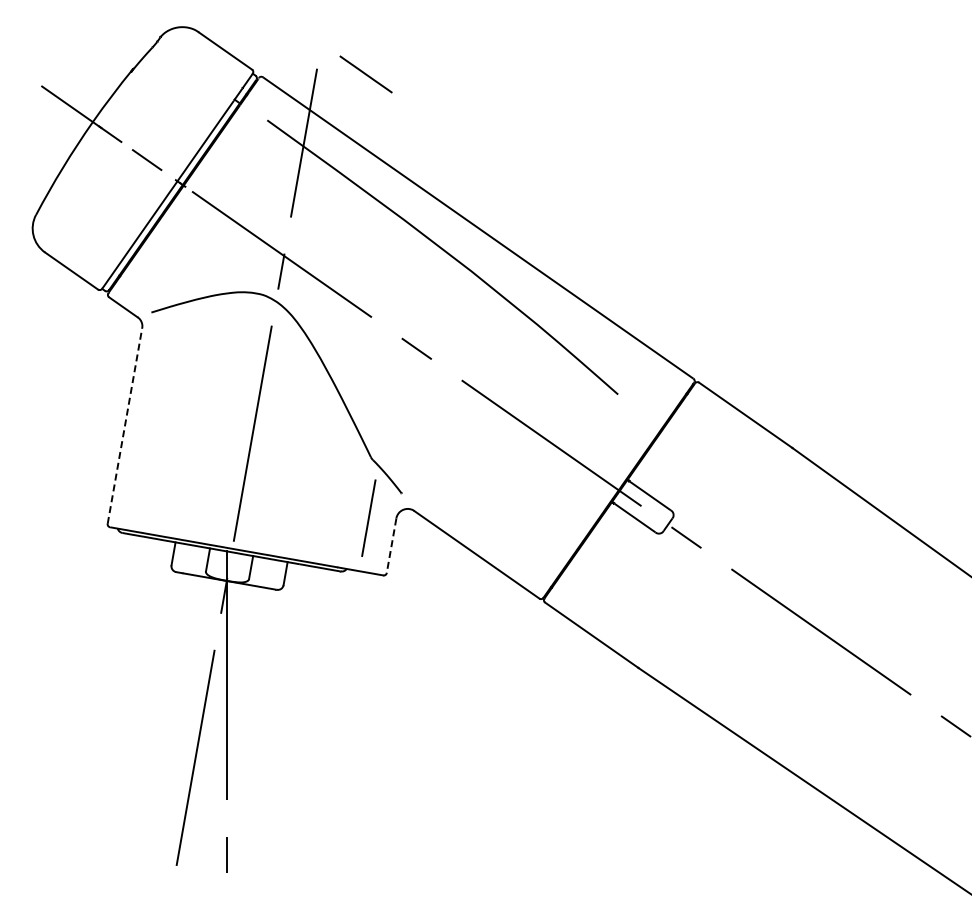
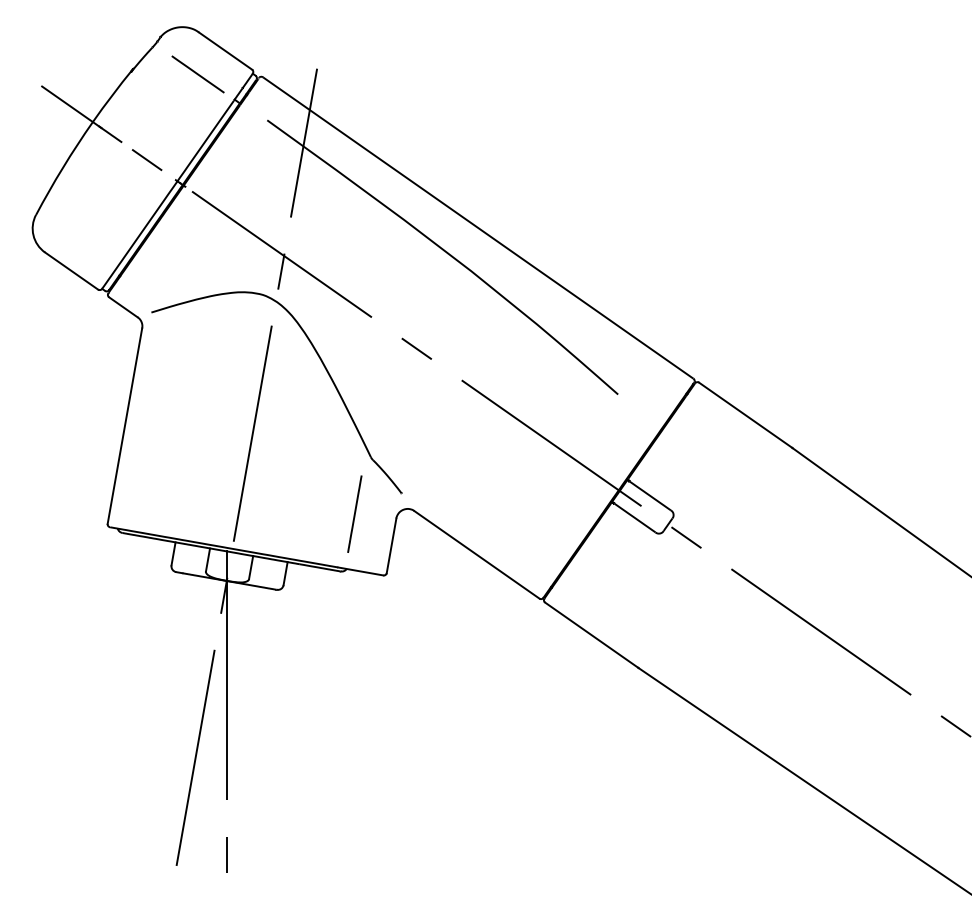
line at (365, 74) position: (365, 74) -> (197, 74)
line at (125, 425): dashed -> solid
line at (368, 517) position: (368, 517) -> (354, 513)
line at (391, 545): dashed -> solid
